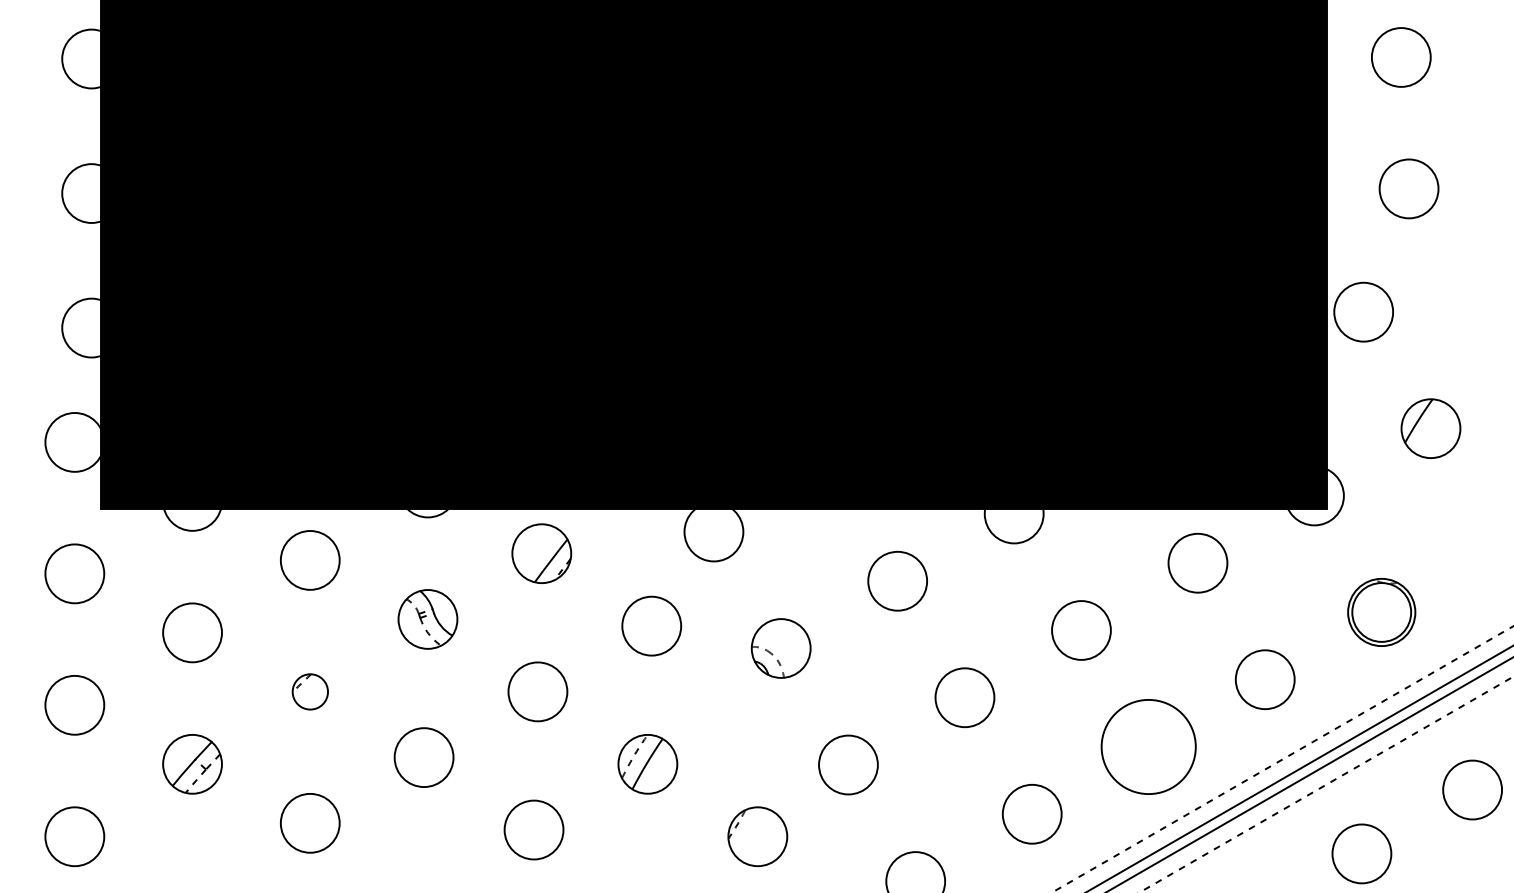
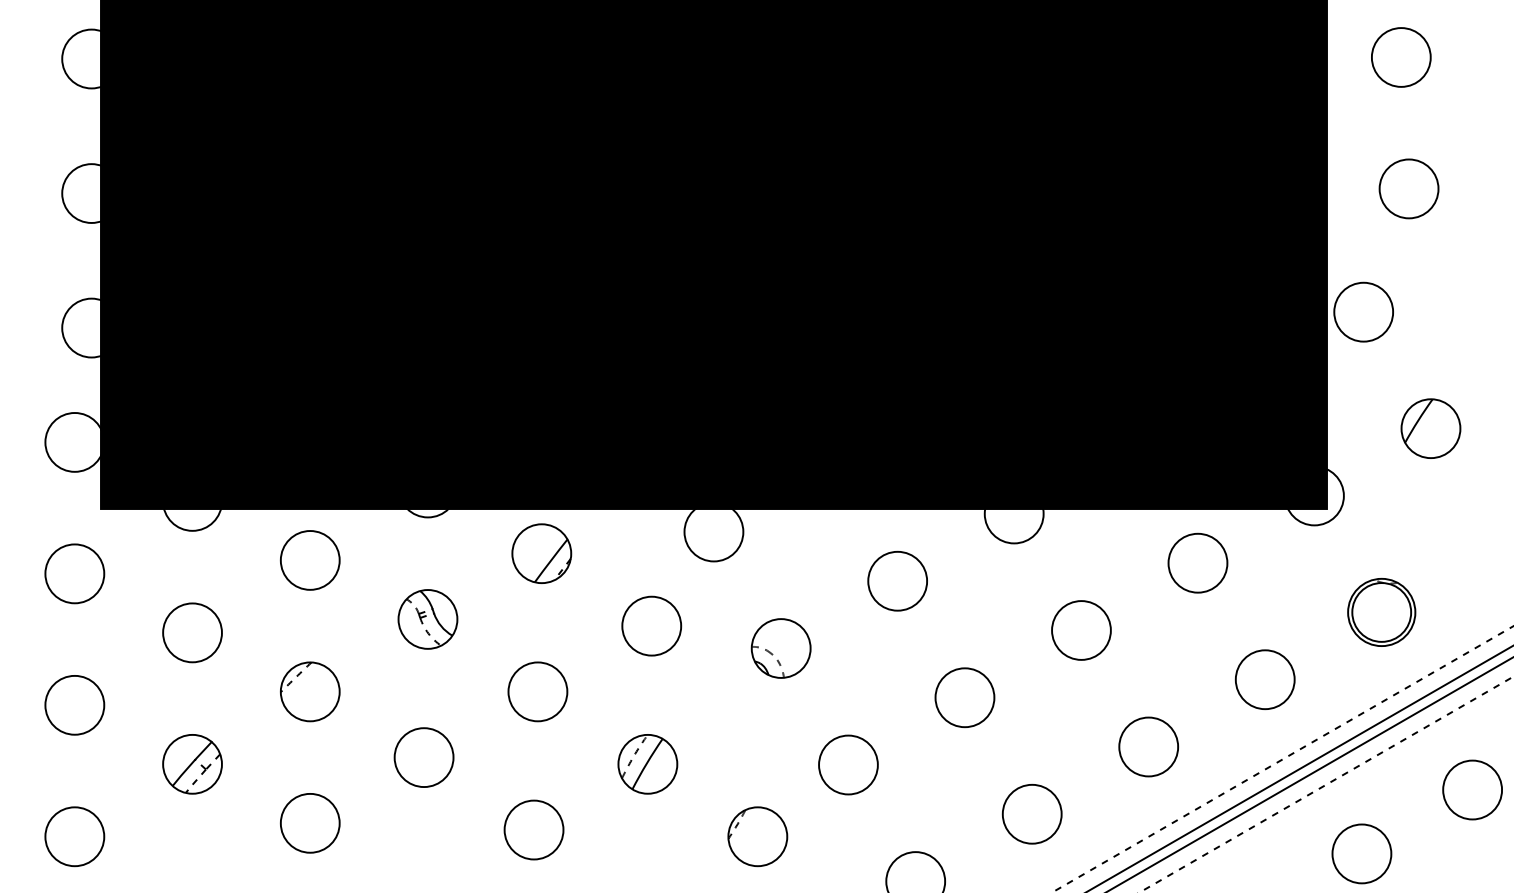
part at (309, 691) size: 38x38 px -> 61x62 px
circle at (1148, 746) diameter: 94 px -> 59 px
